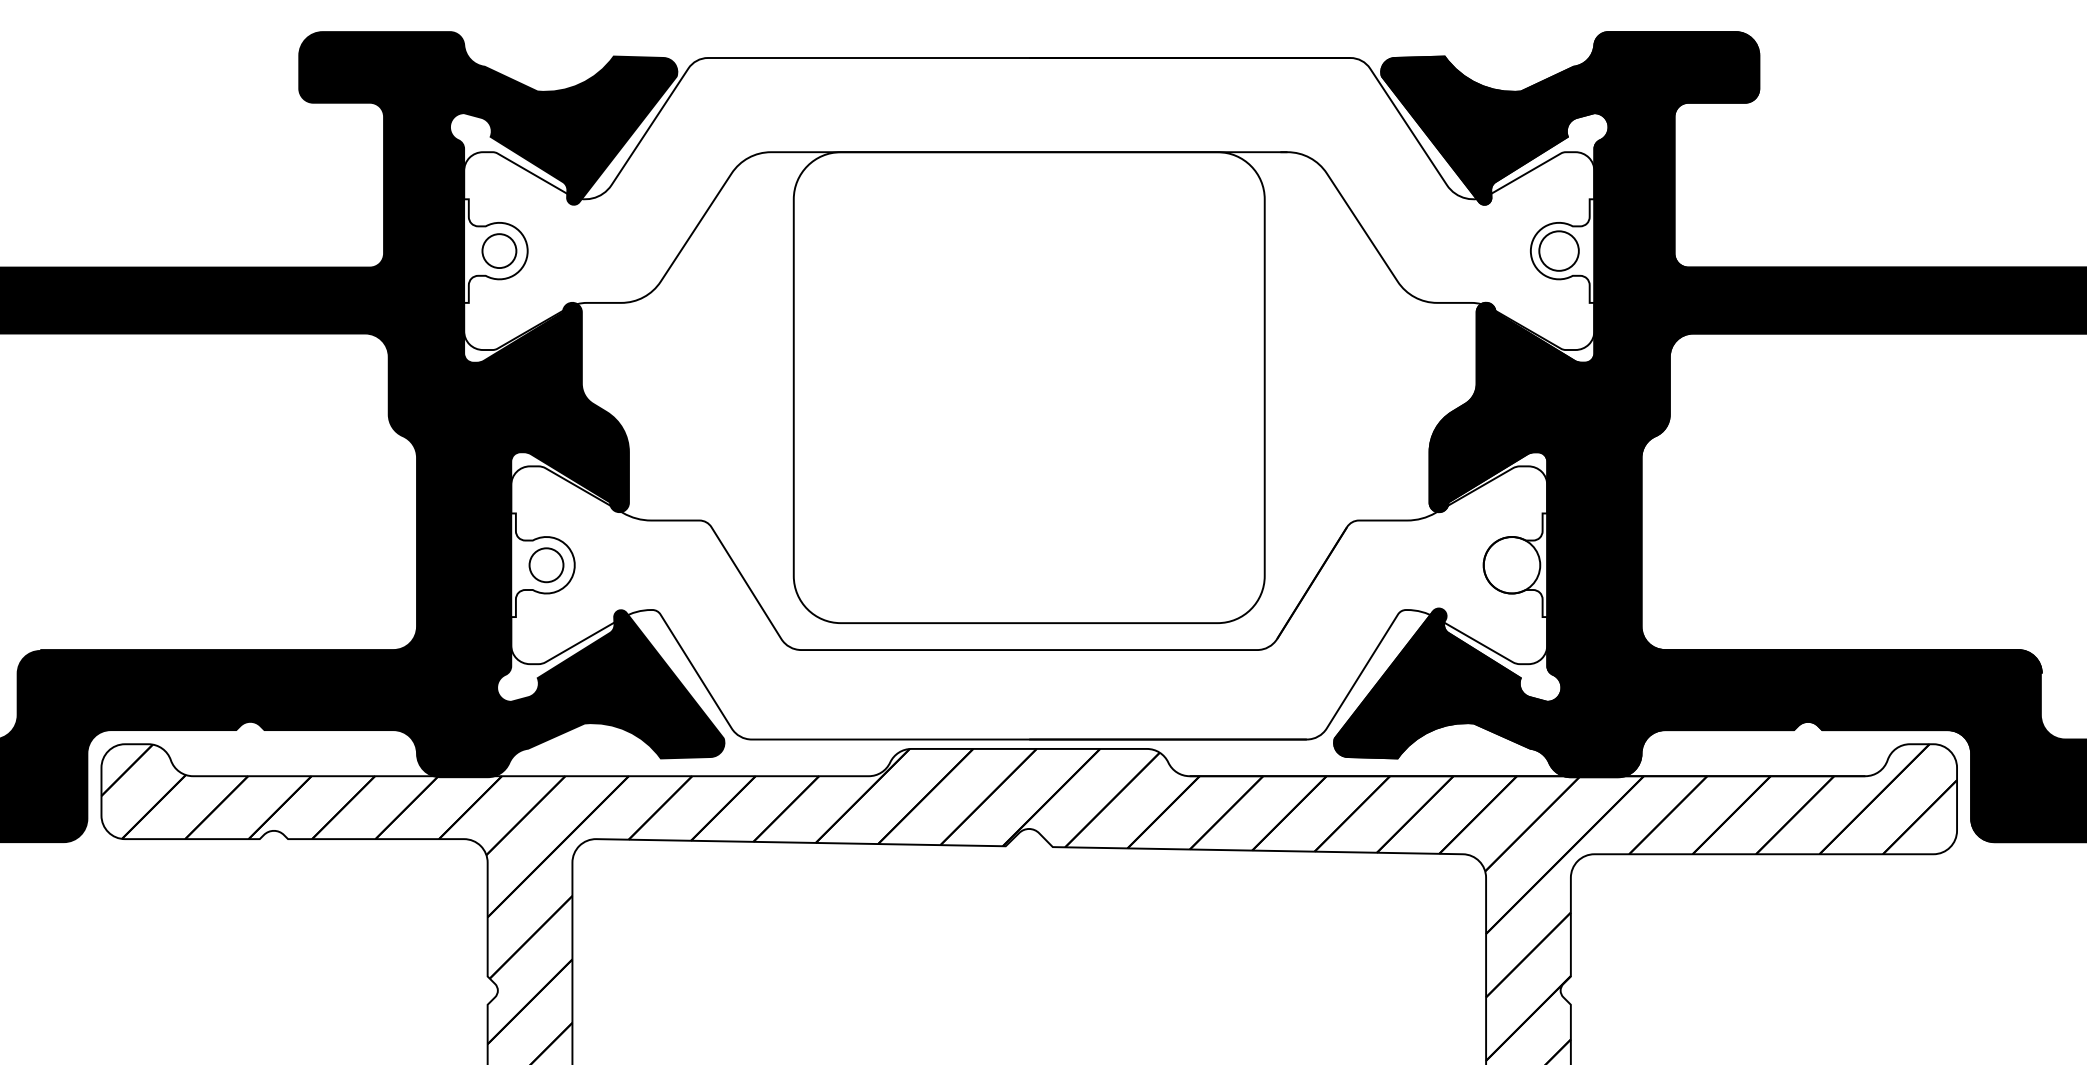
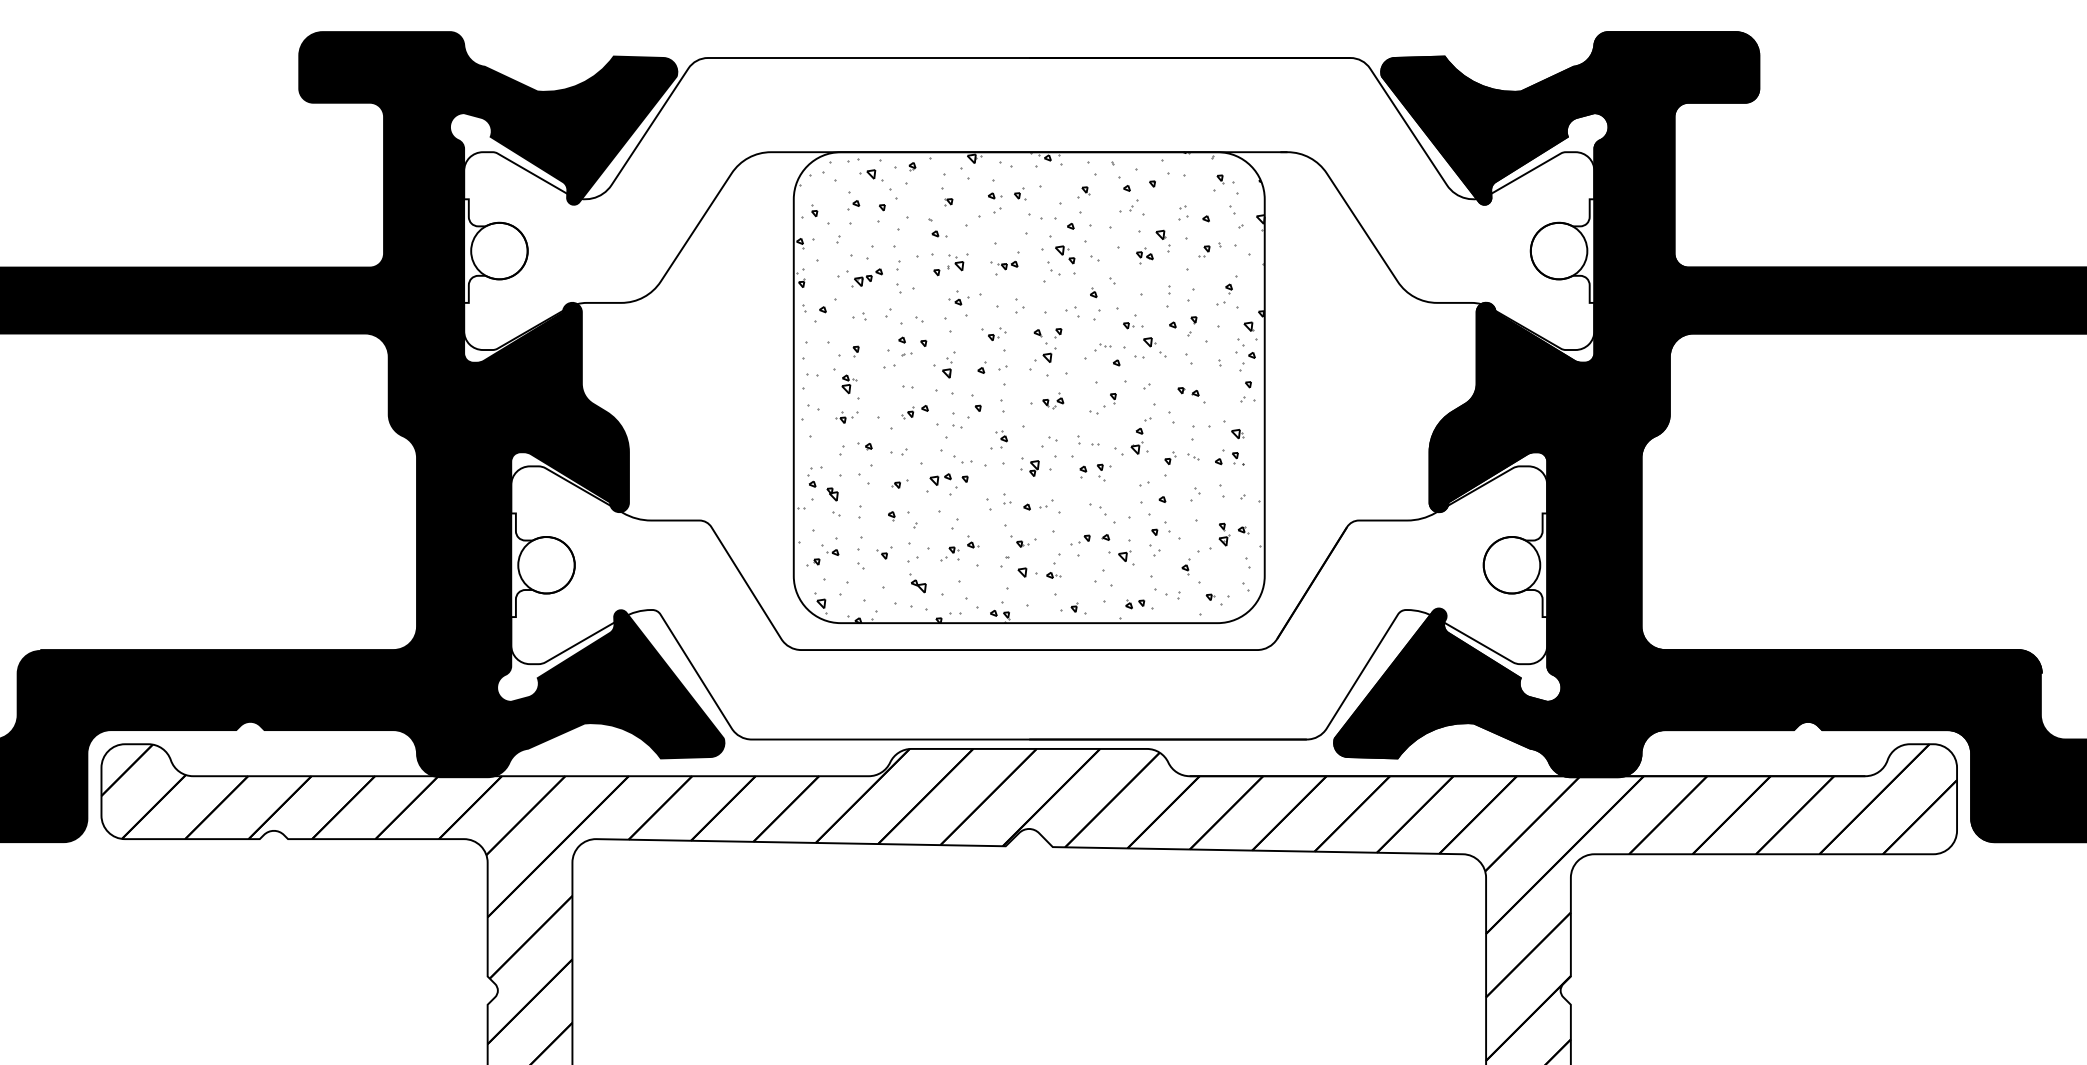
circle at (1558, 250) diameter: 40 px -> 57 px
circle at (499, 251) diameter: 34 px -> 57 px
hatch at (1030, 387): none -> present
circle at (546, 565) diameter: 34 px -> 57 px
